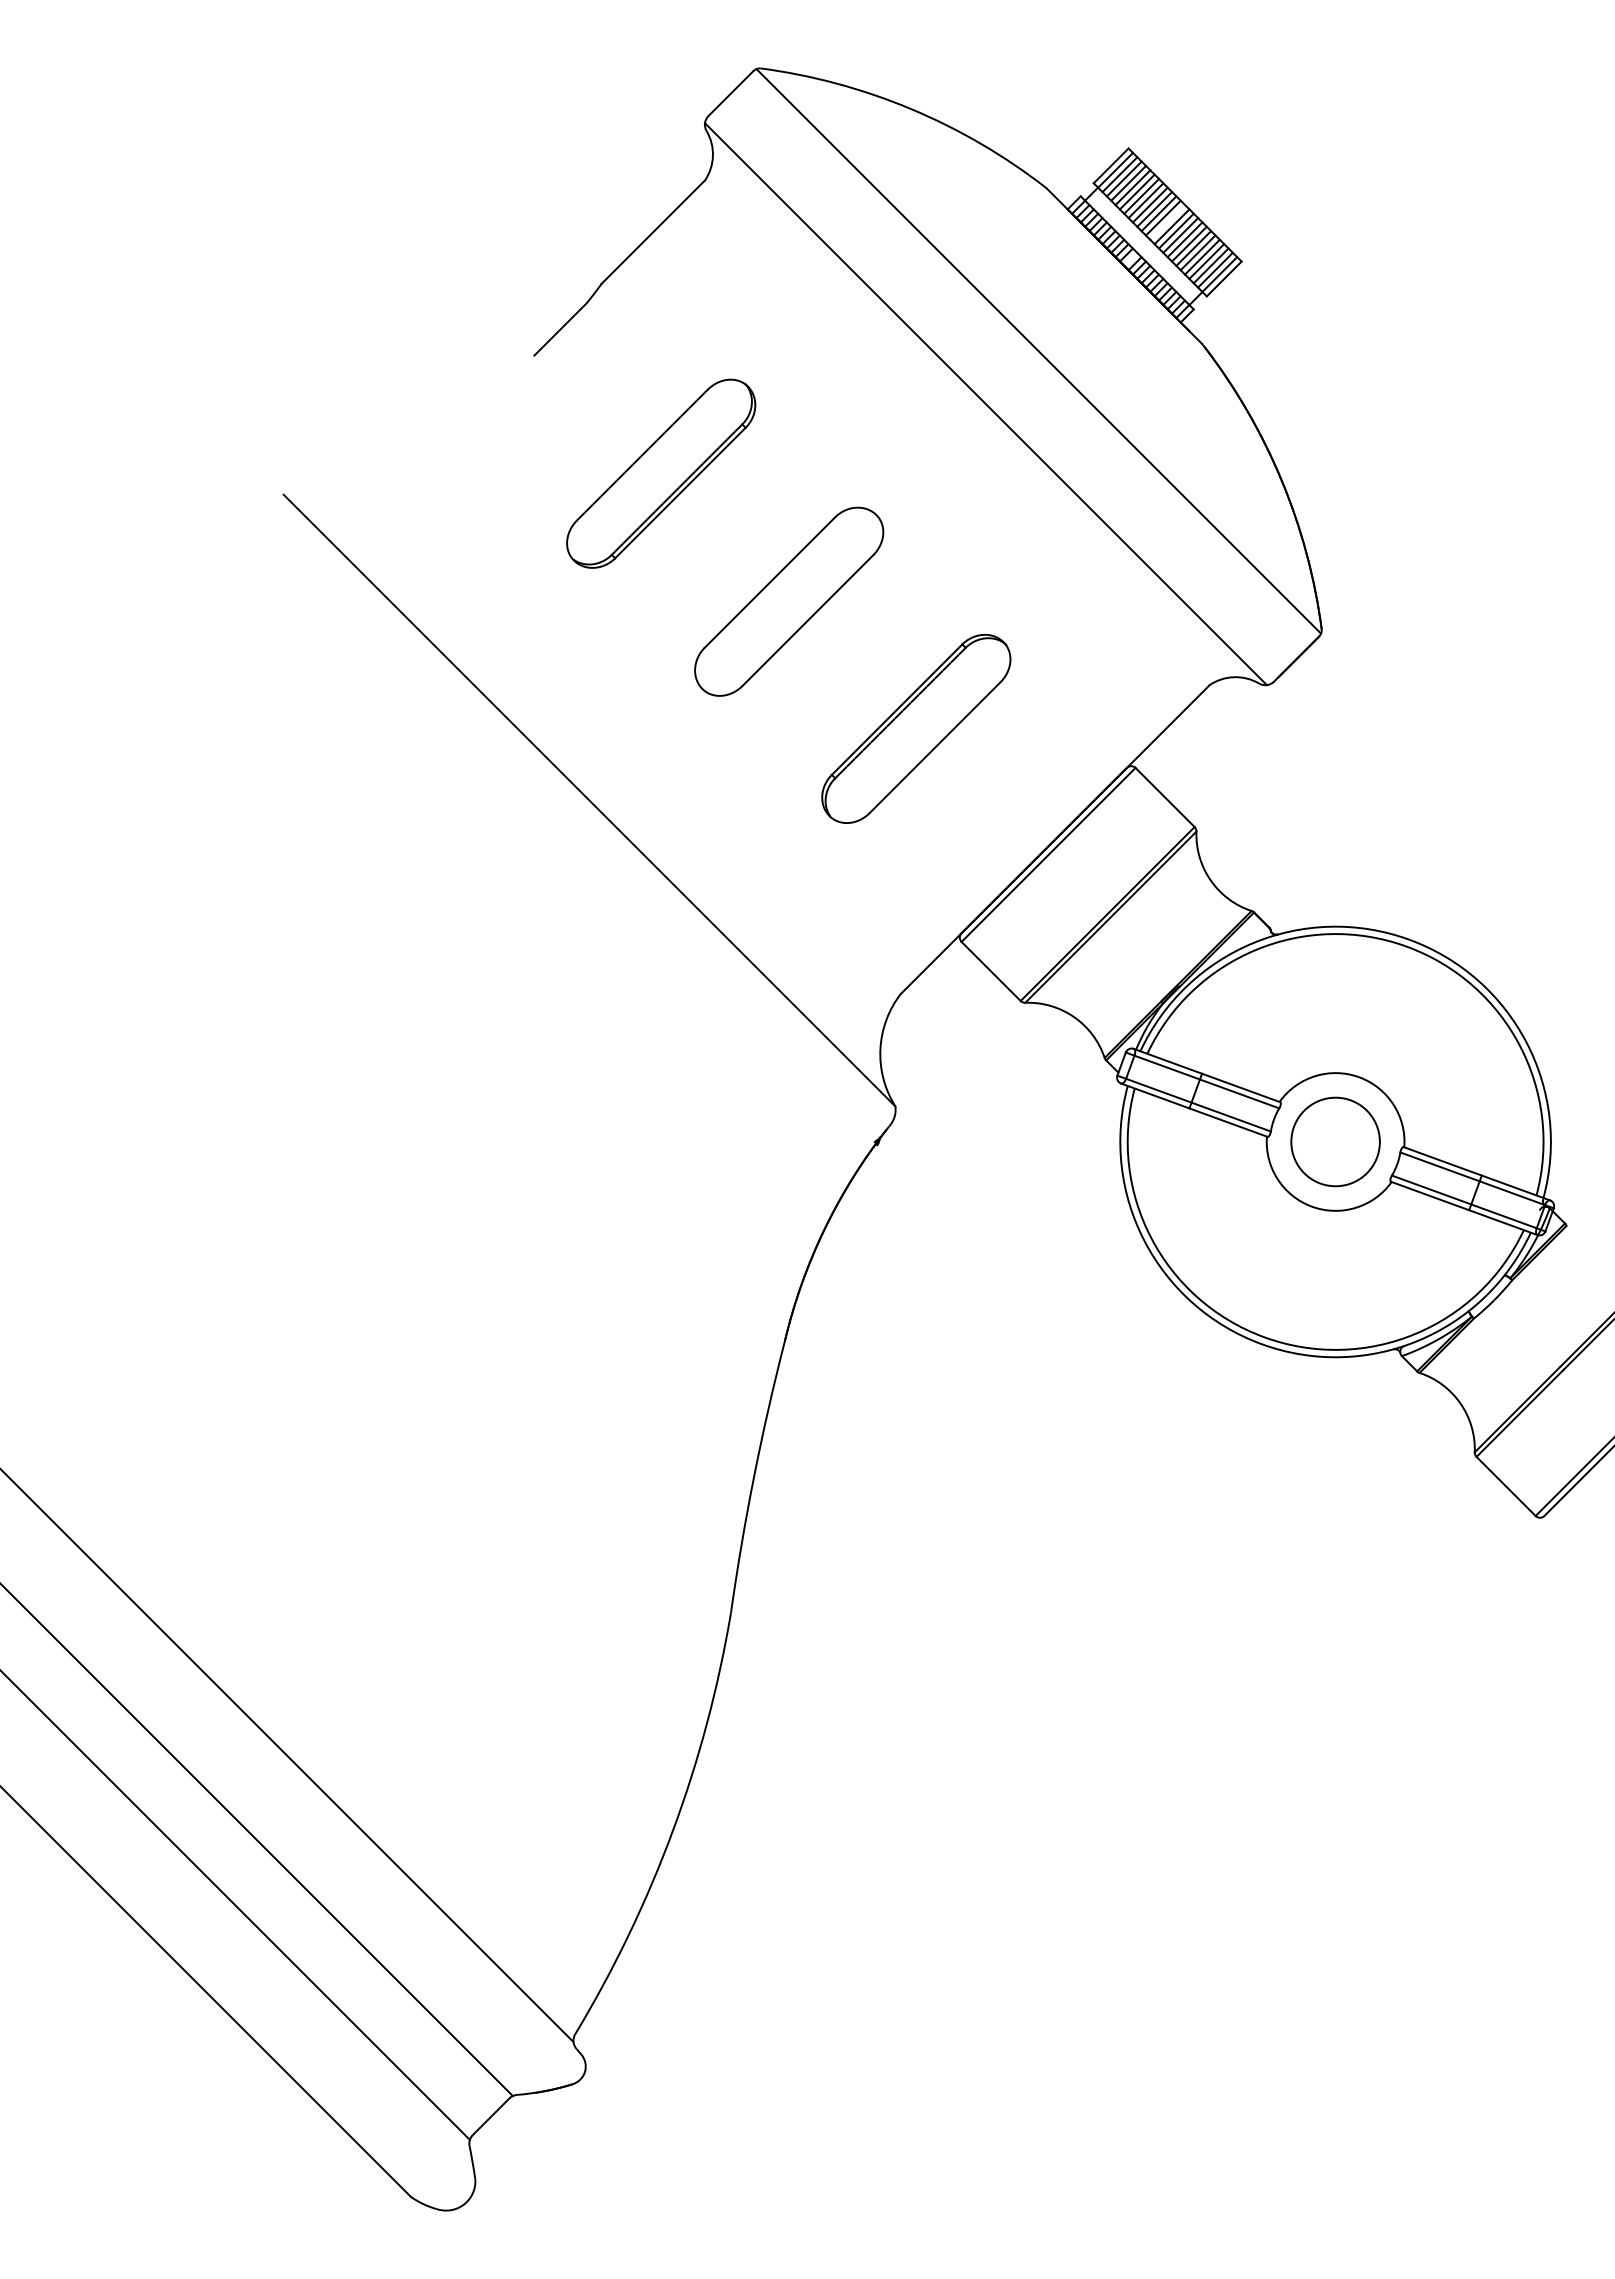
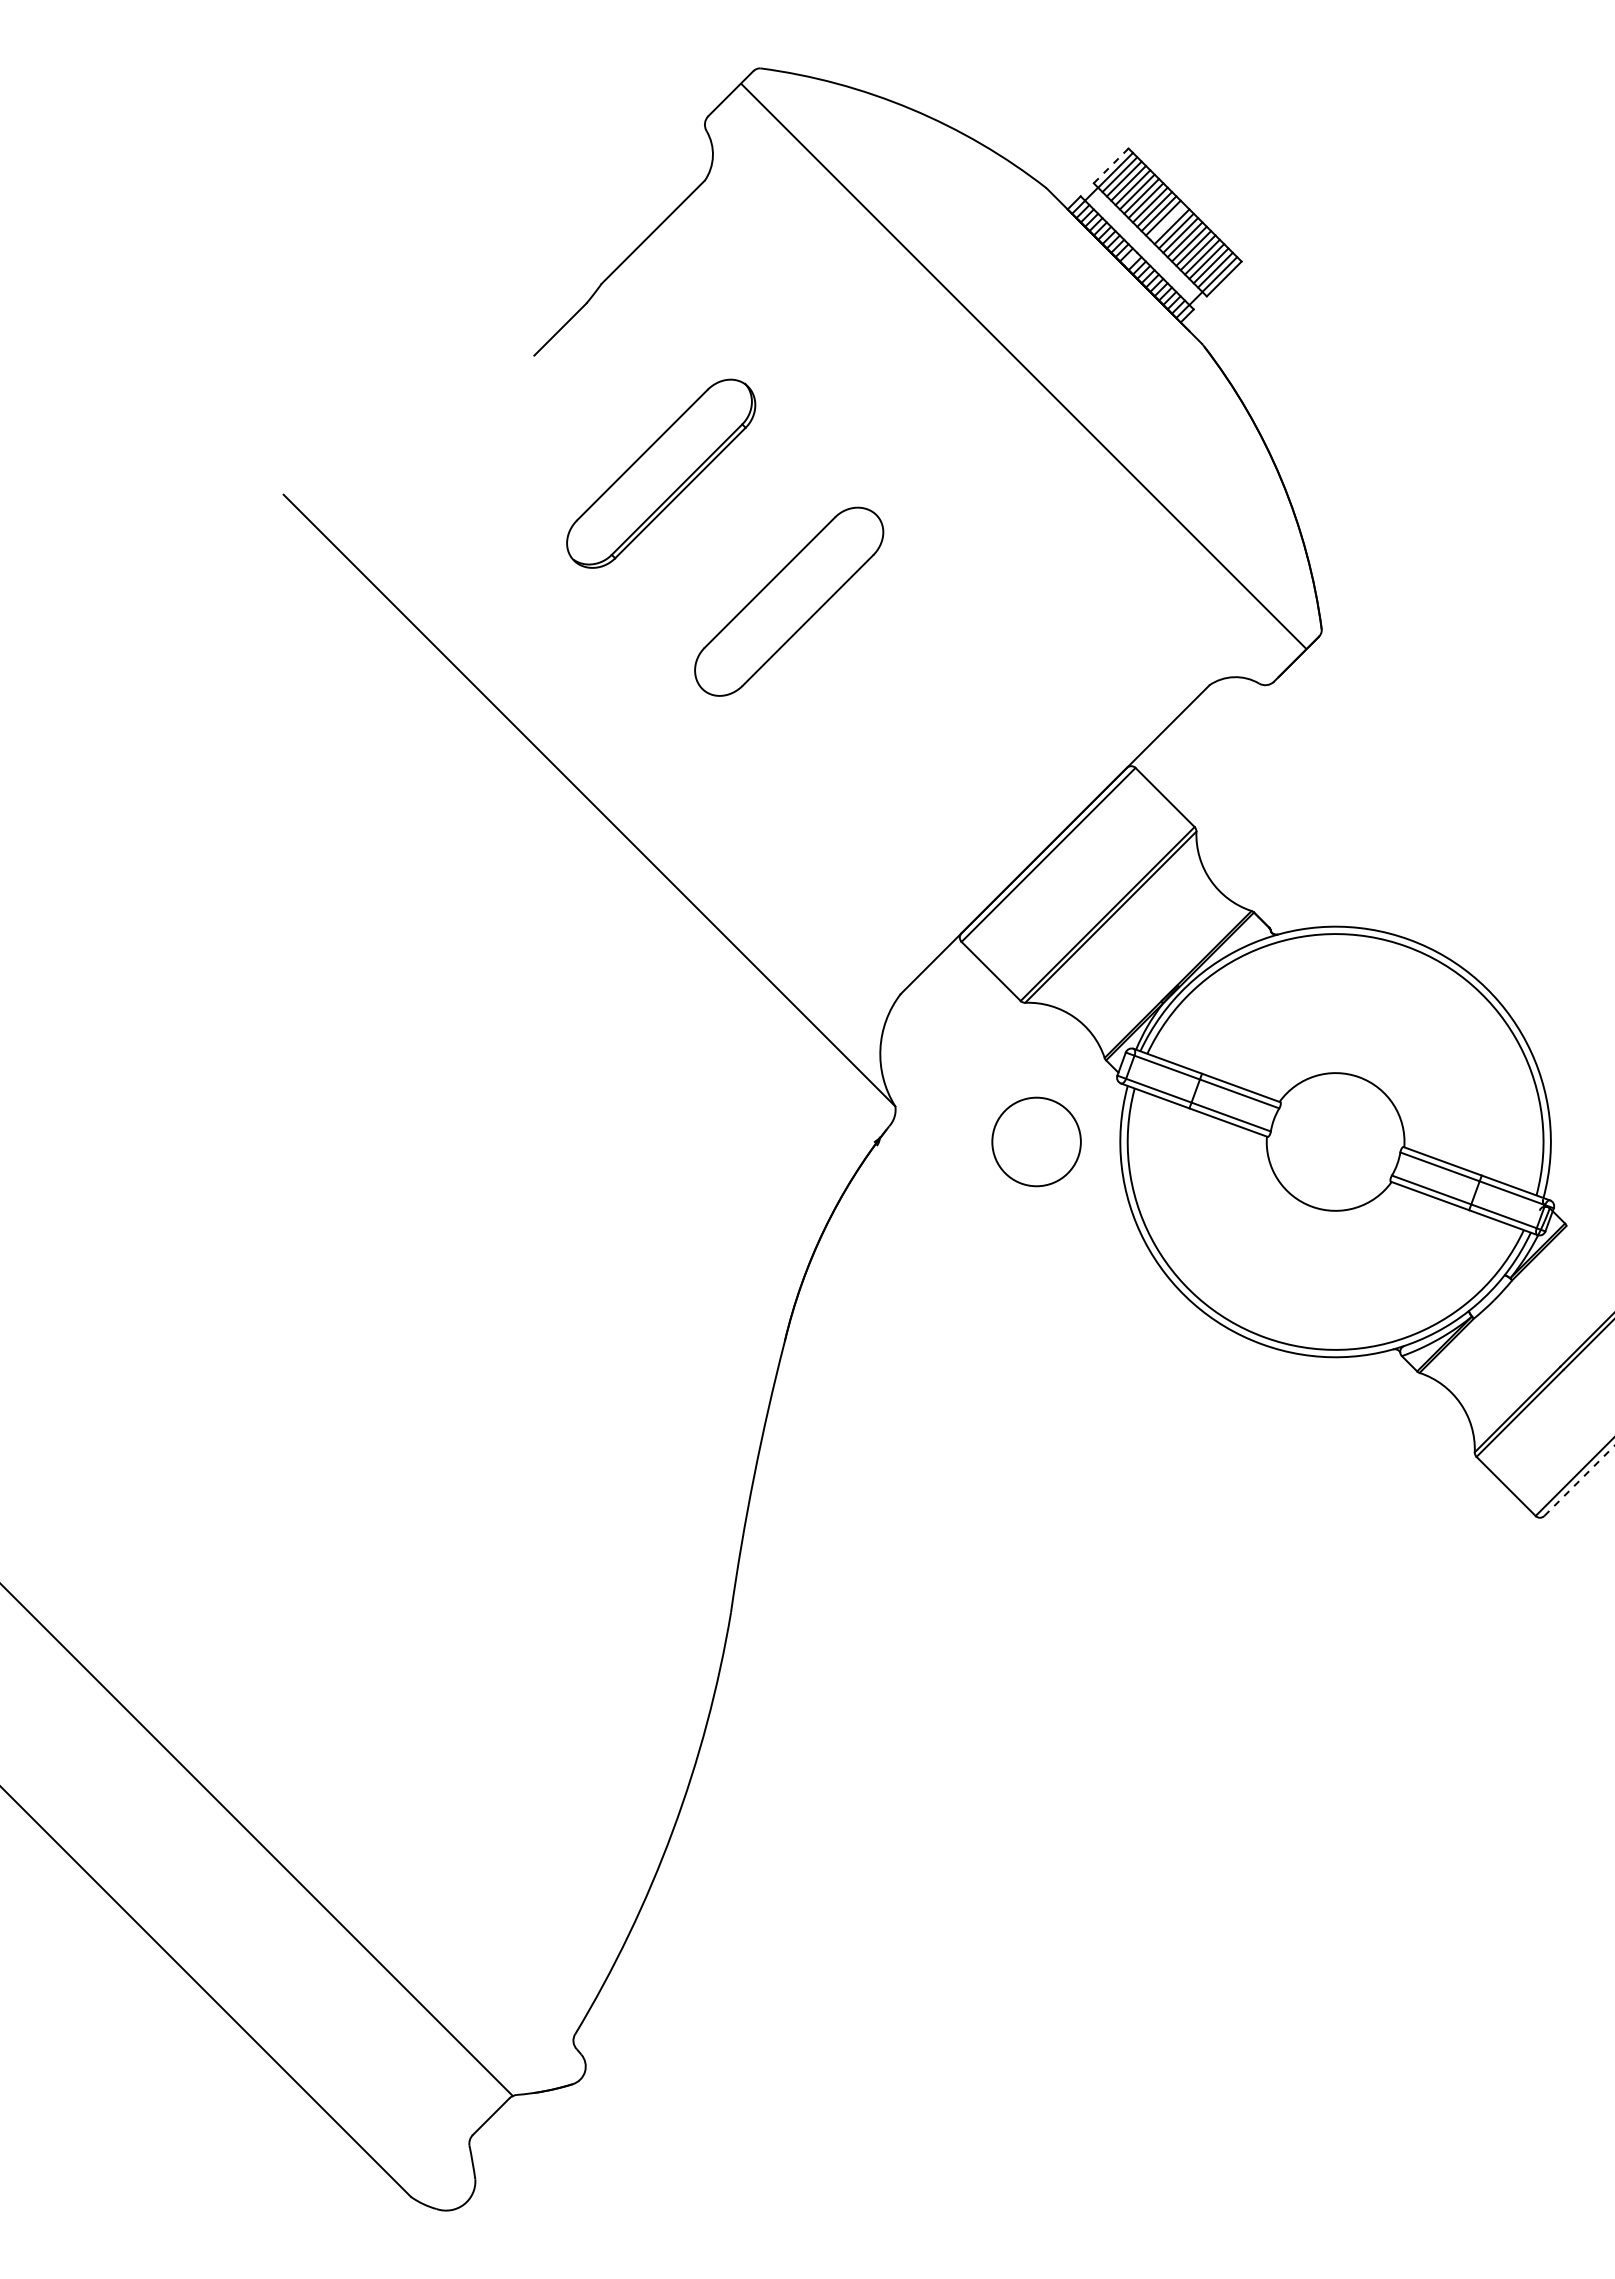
line at (1111, 165): solid -> dashed
line at (1038, 351) position: (1038, 351) -> (1023, 366)
line at (985, 404): present -> none
part at (916, 728): present -> none
circle at (1335, 1141) position: (1335, 1141) -> (1036, 1141)
line at (1579, 1480): solid -> dashed
line at (287, 1756): present -> none
line at (235, 1905): present -> none
